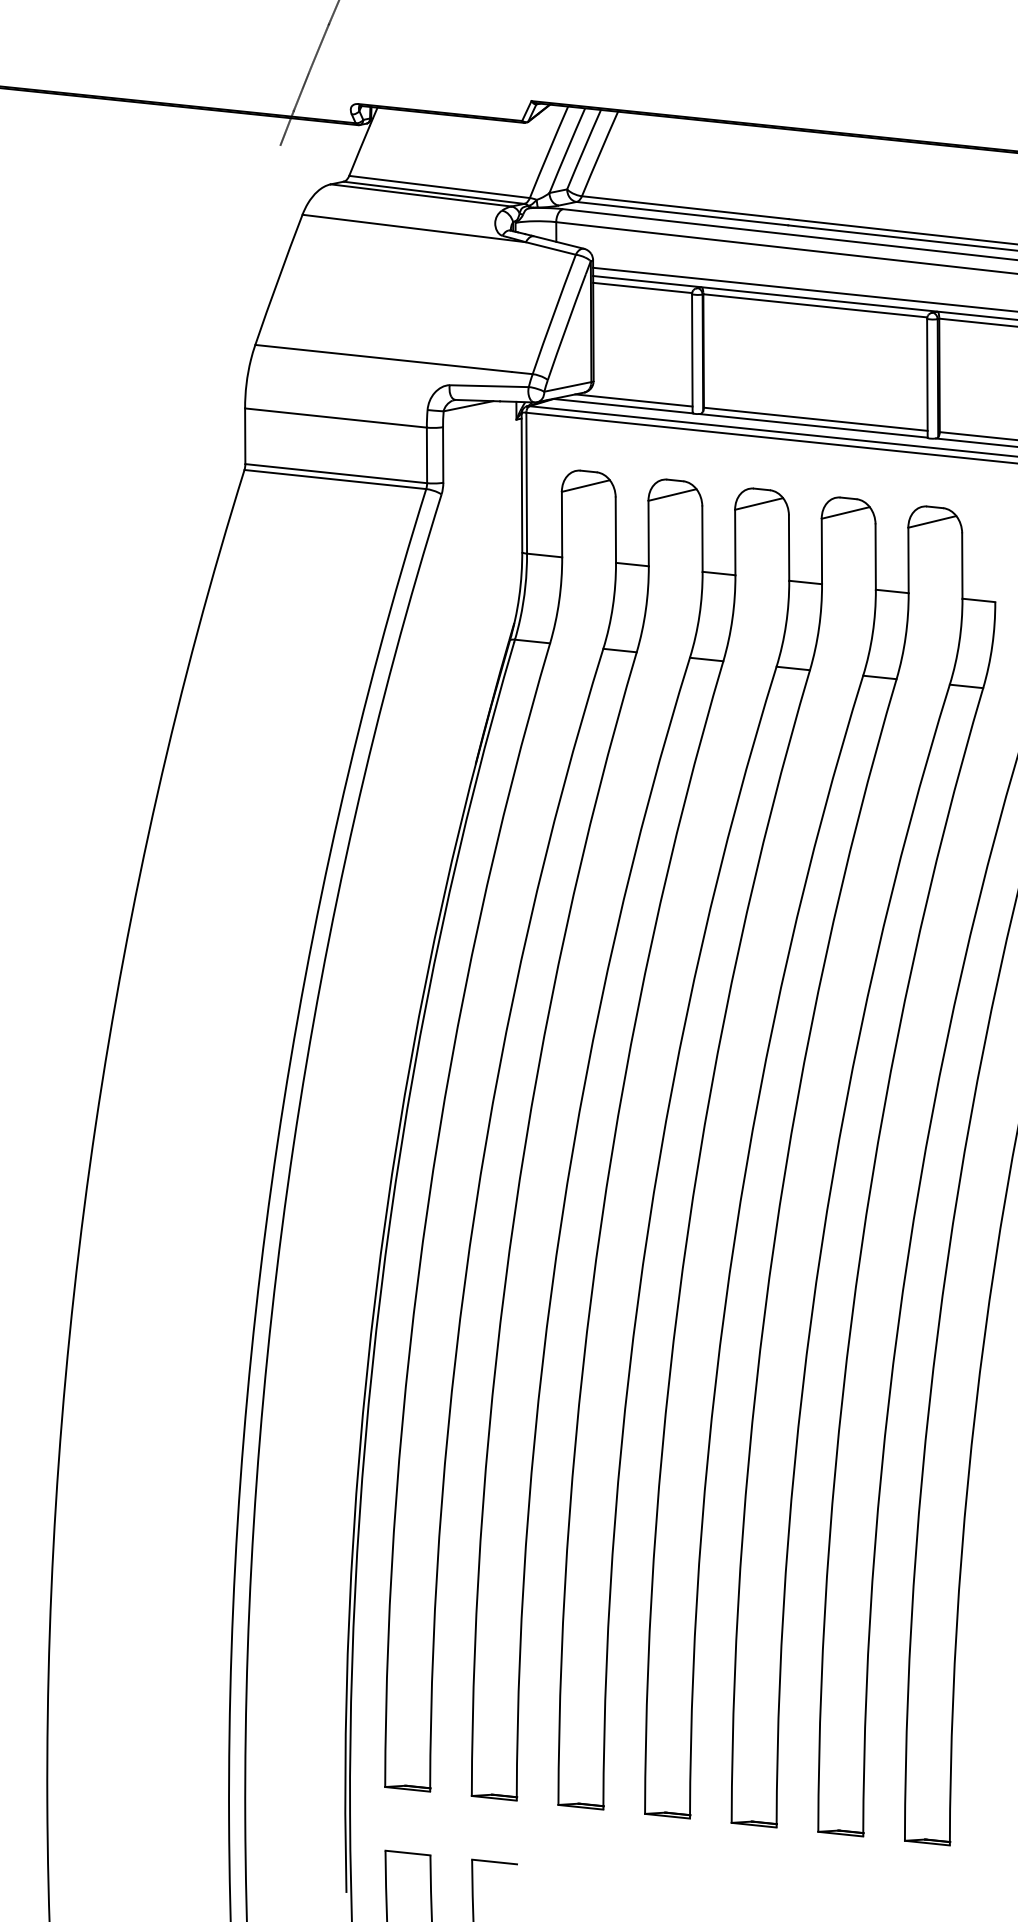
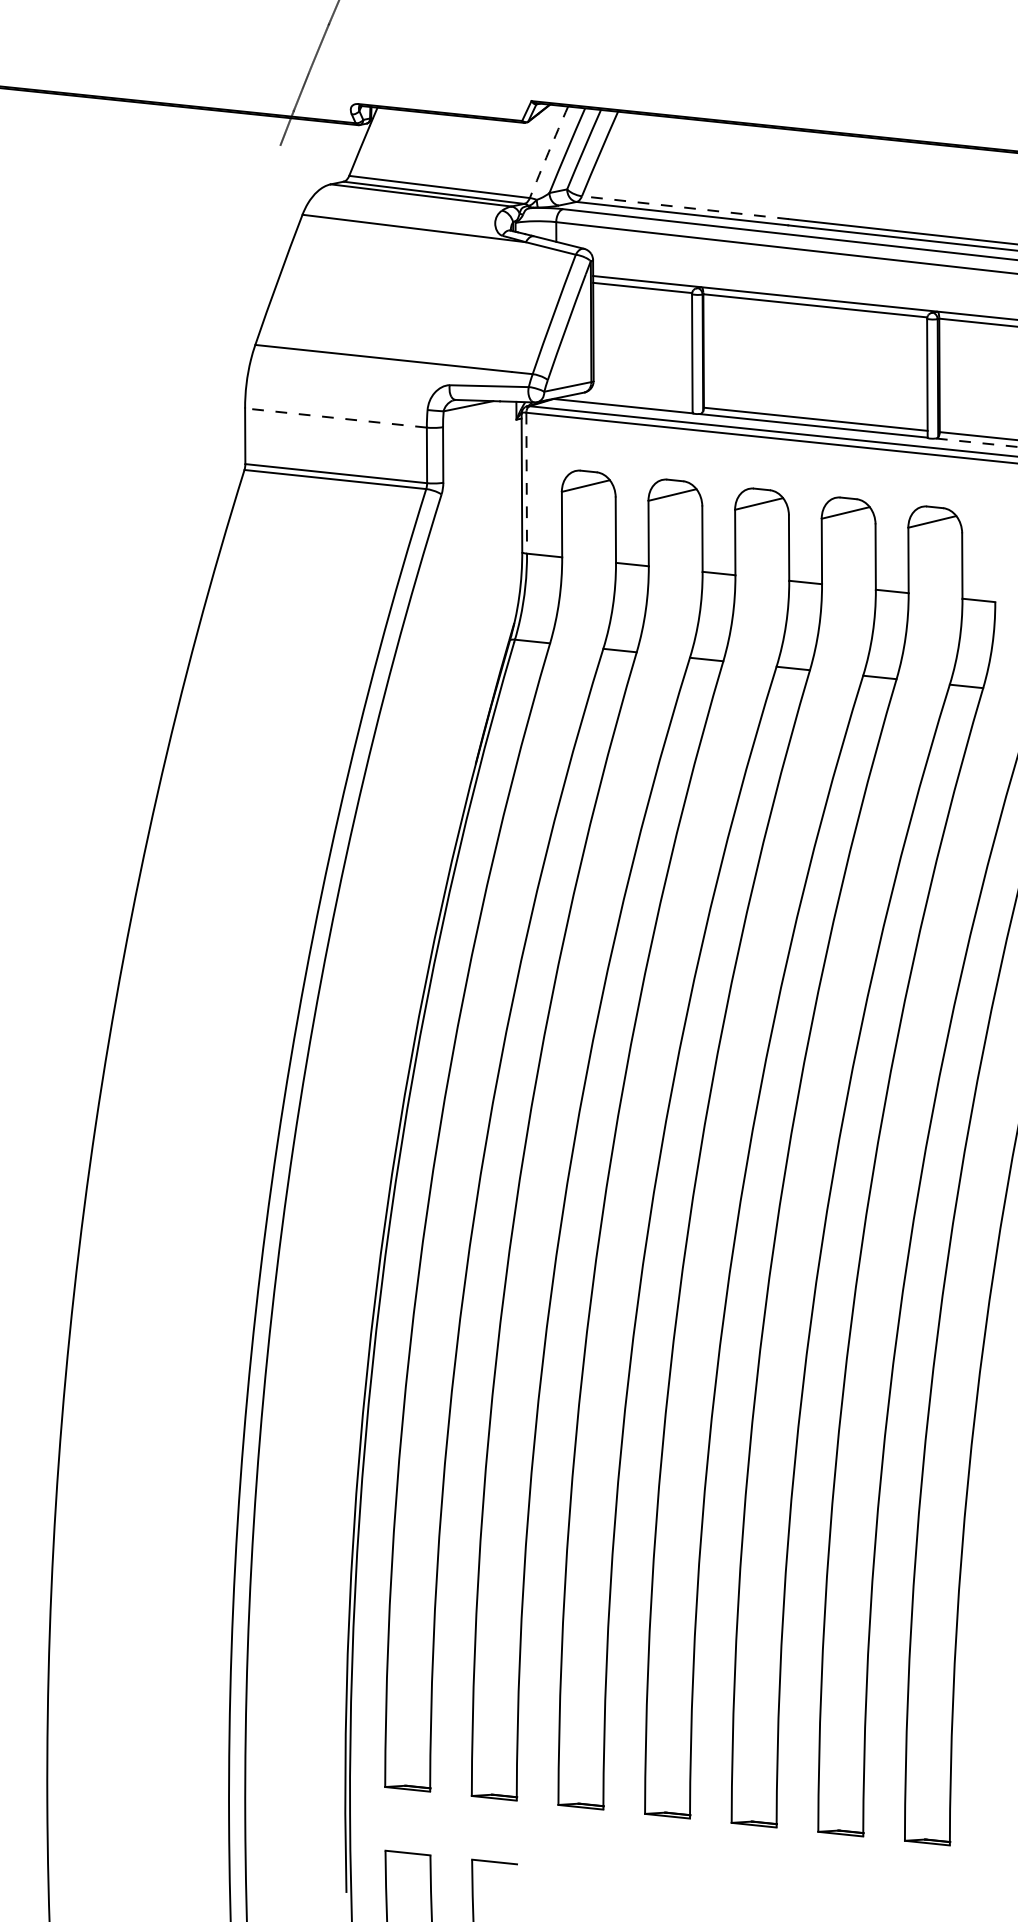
arc at (548, 152): solid -> dashed
line at (684, 207): solid -> dashed
line at (803, 289): present -> none
line at (633, 400): present -> none
line at (335, 417): solid -> dashed
line at (976, 442): solid -> dashed
line at (526, 483): solid -> dashed
